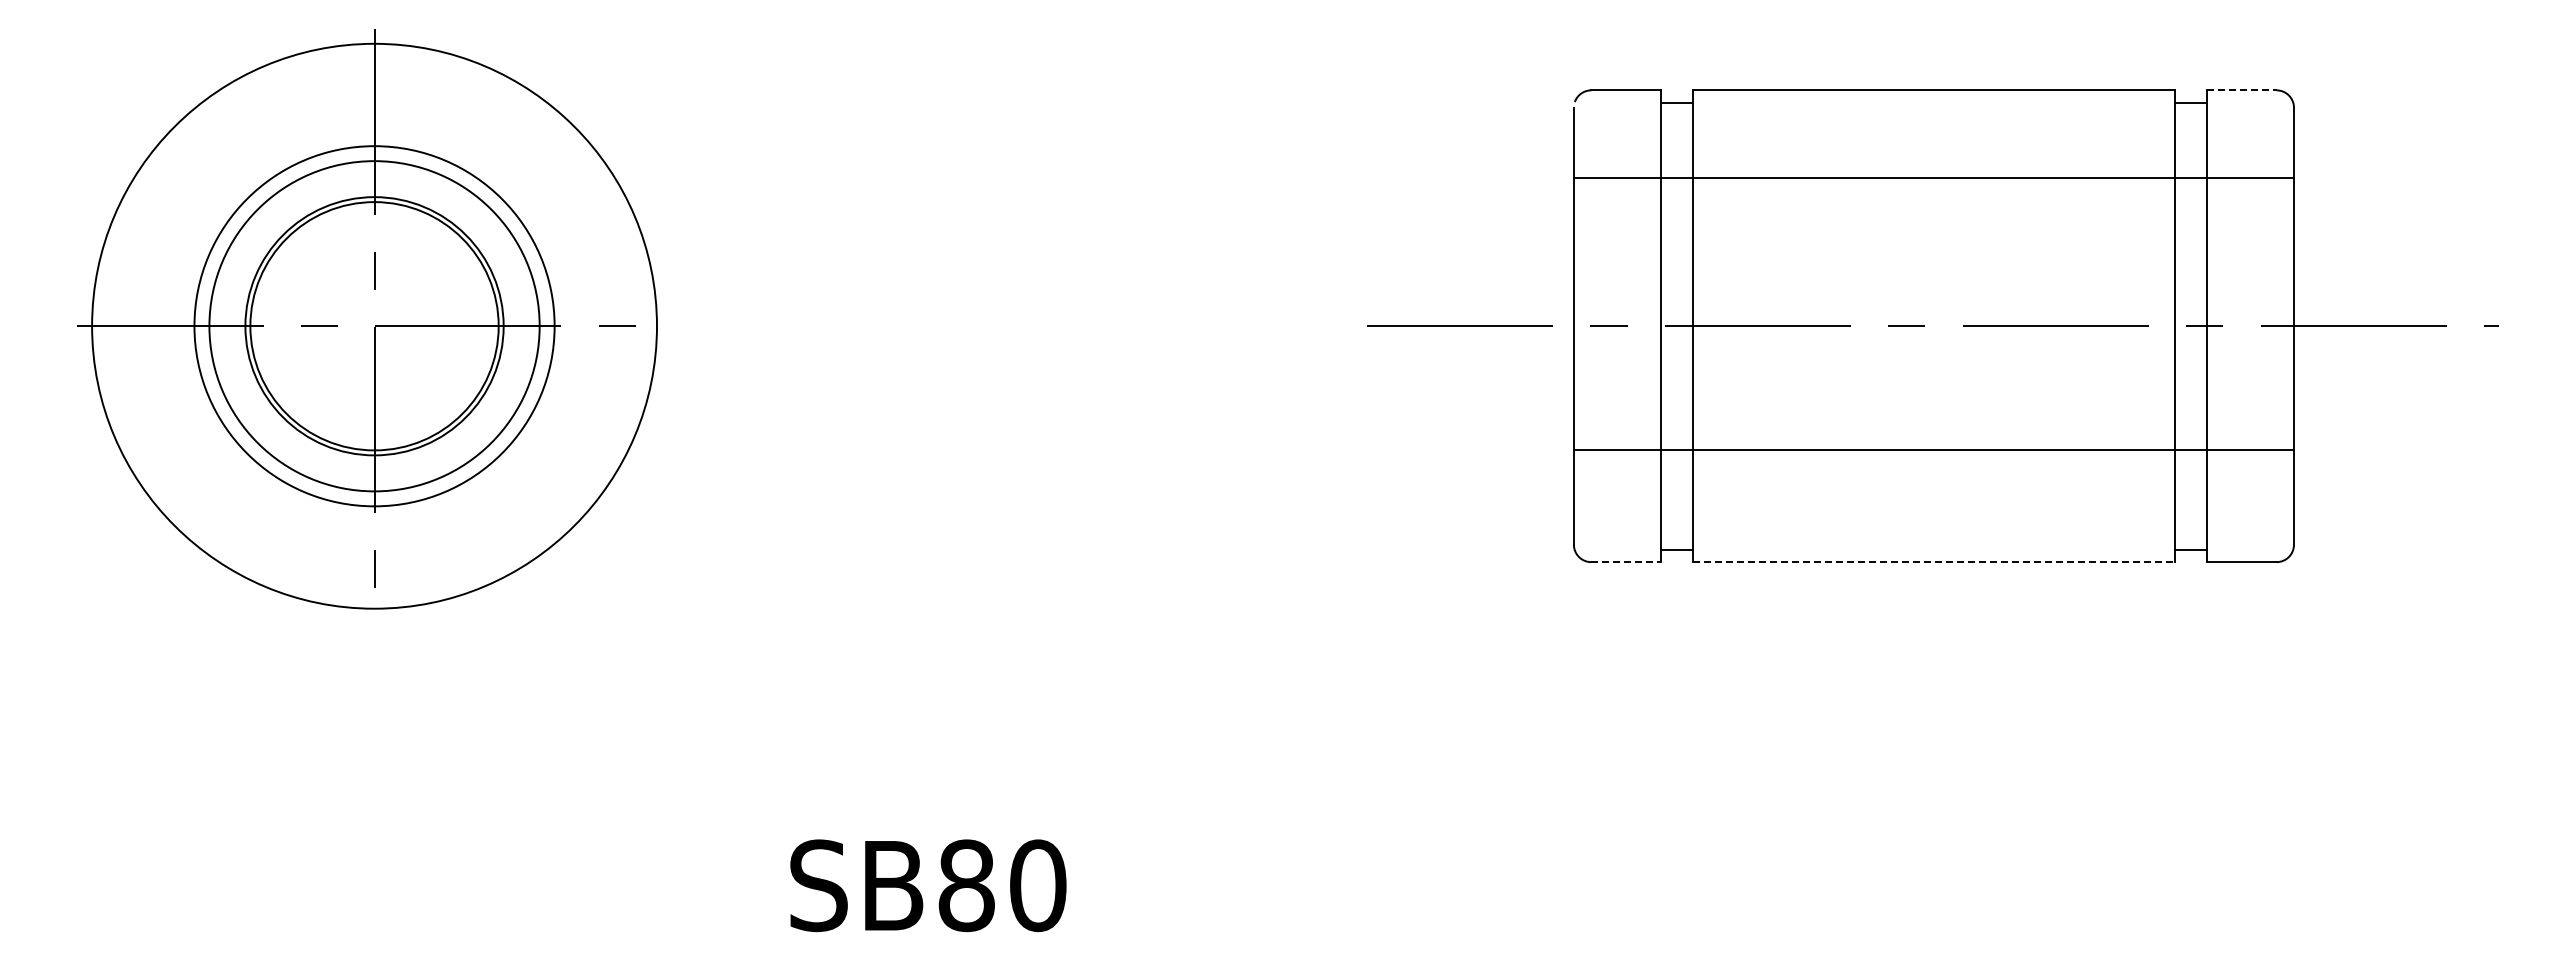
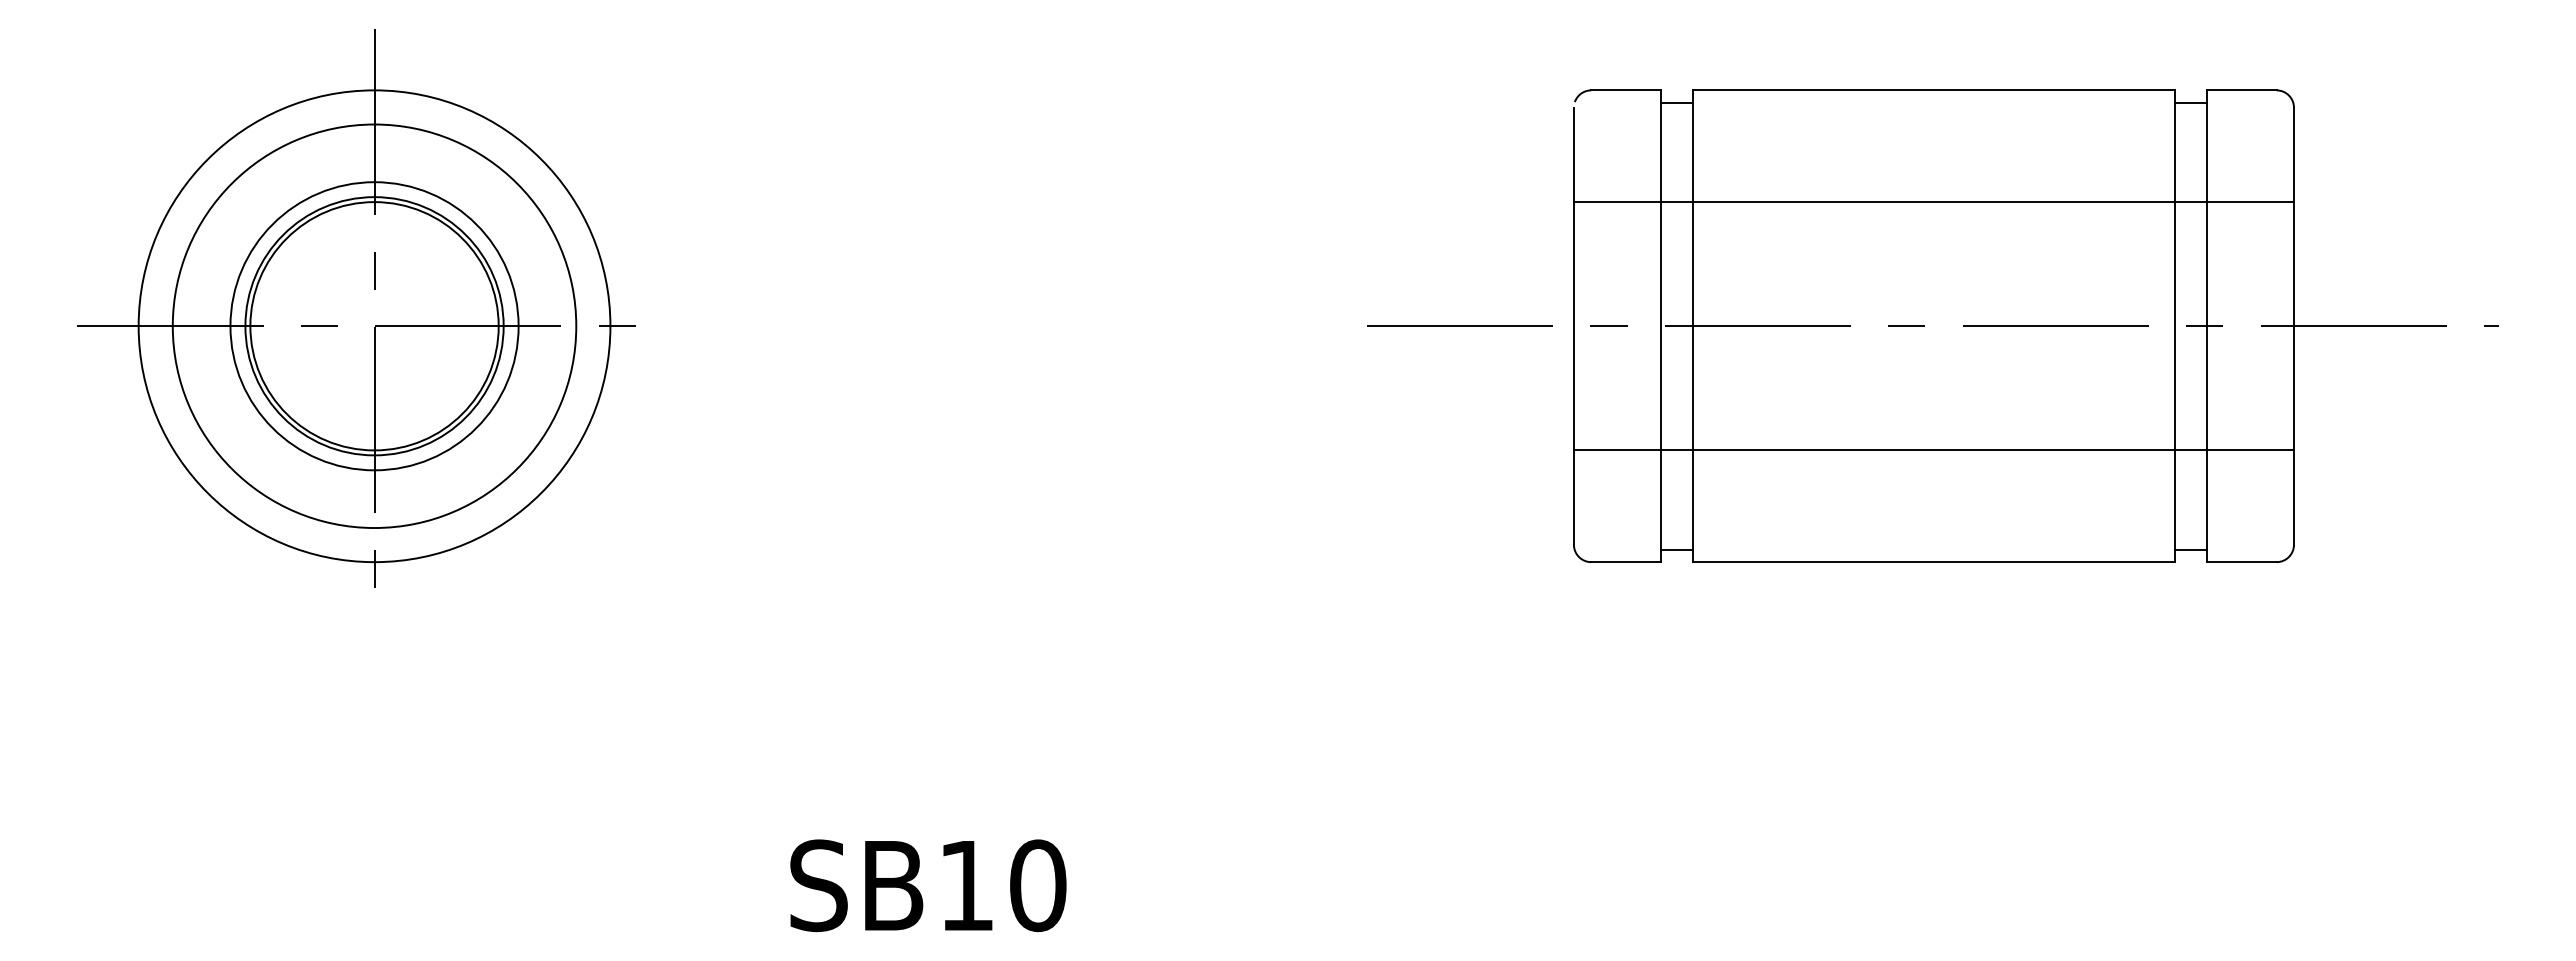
line at (2241, 90): dashed -> solid
line at (1933, 178) position: (1933, 178) -> (1933, 202)
circle at (374, 325) diameter: 565 px -> 403 px
circle at (374, 326) diameter: 330 px -> 472 px
circle at (374, 326) diameter: 360 px -> 288 px
line at (1626, 562): dashed -> solid
line at (1933, 562): dashed -> solid
text at (966, 885): SB80 -> SB10
